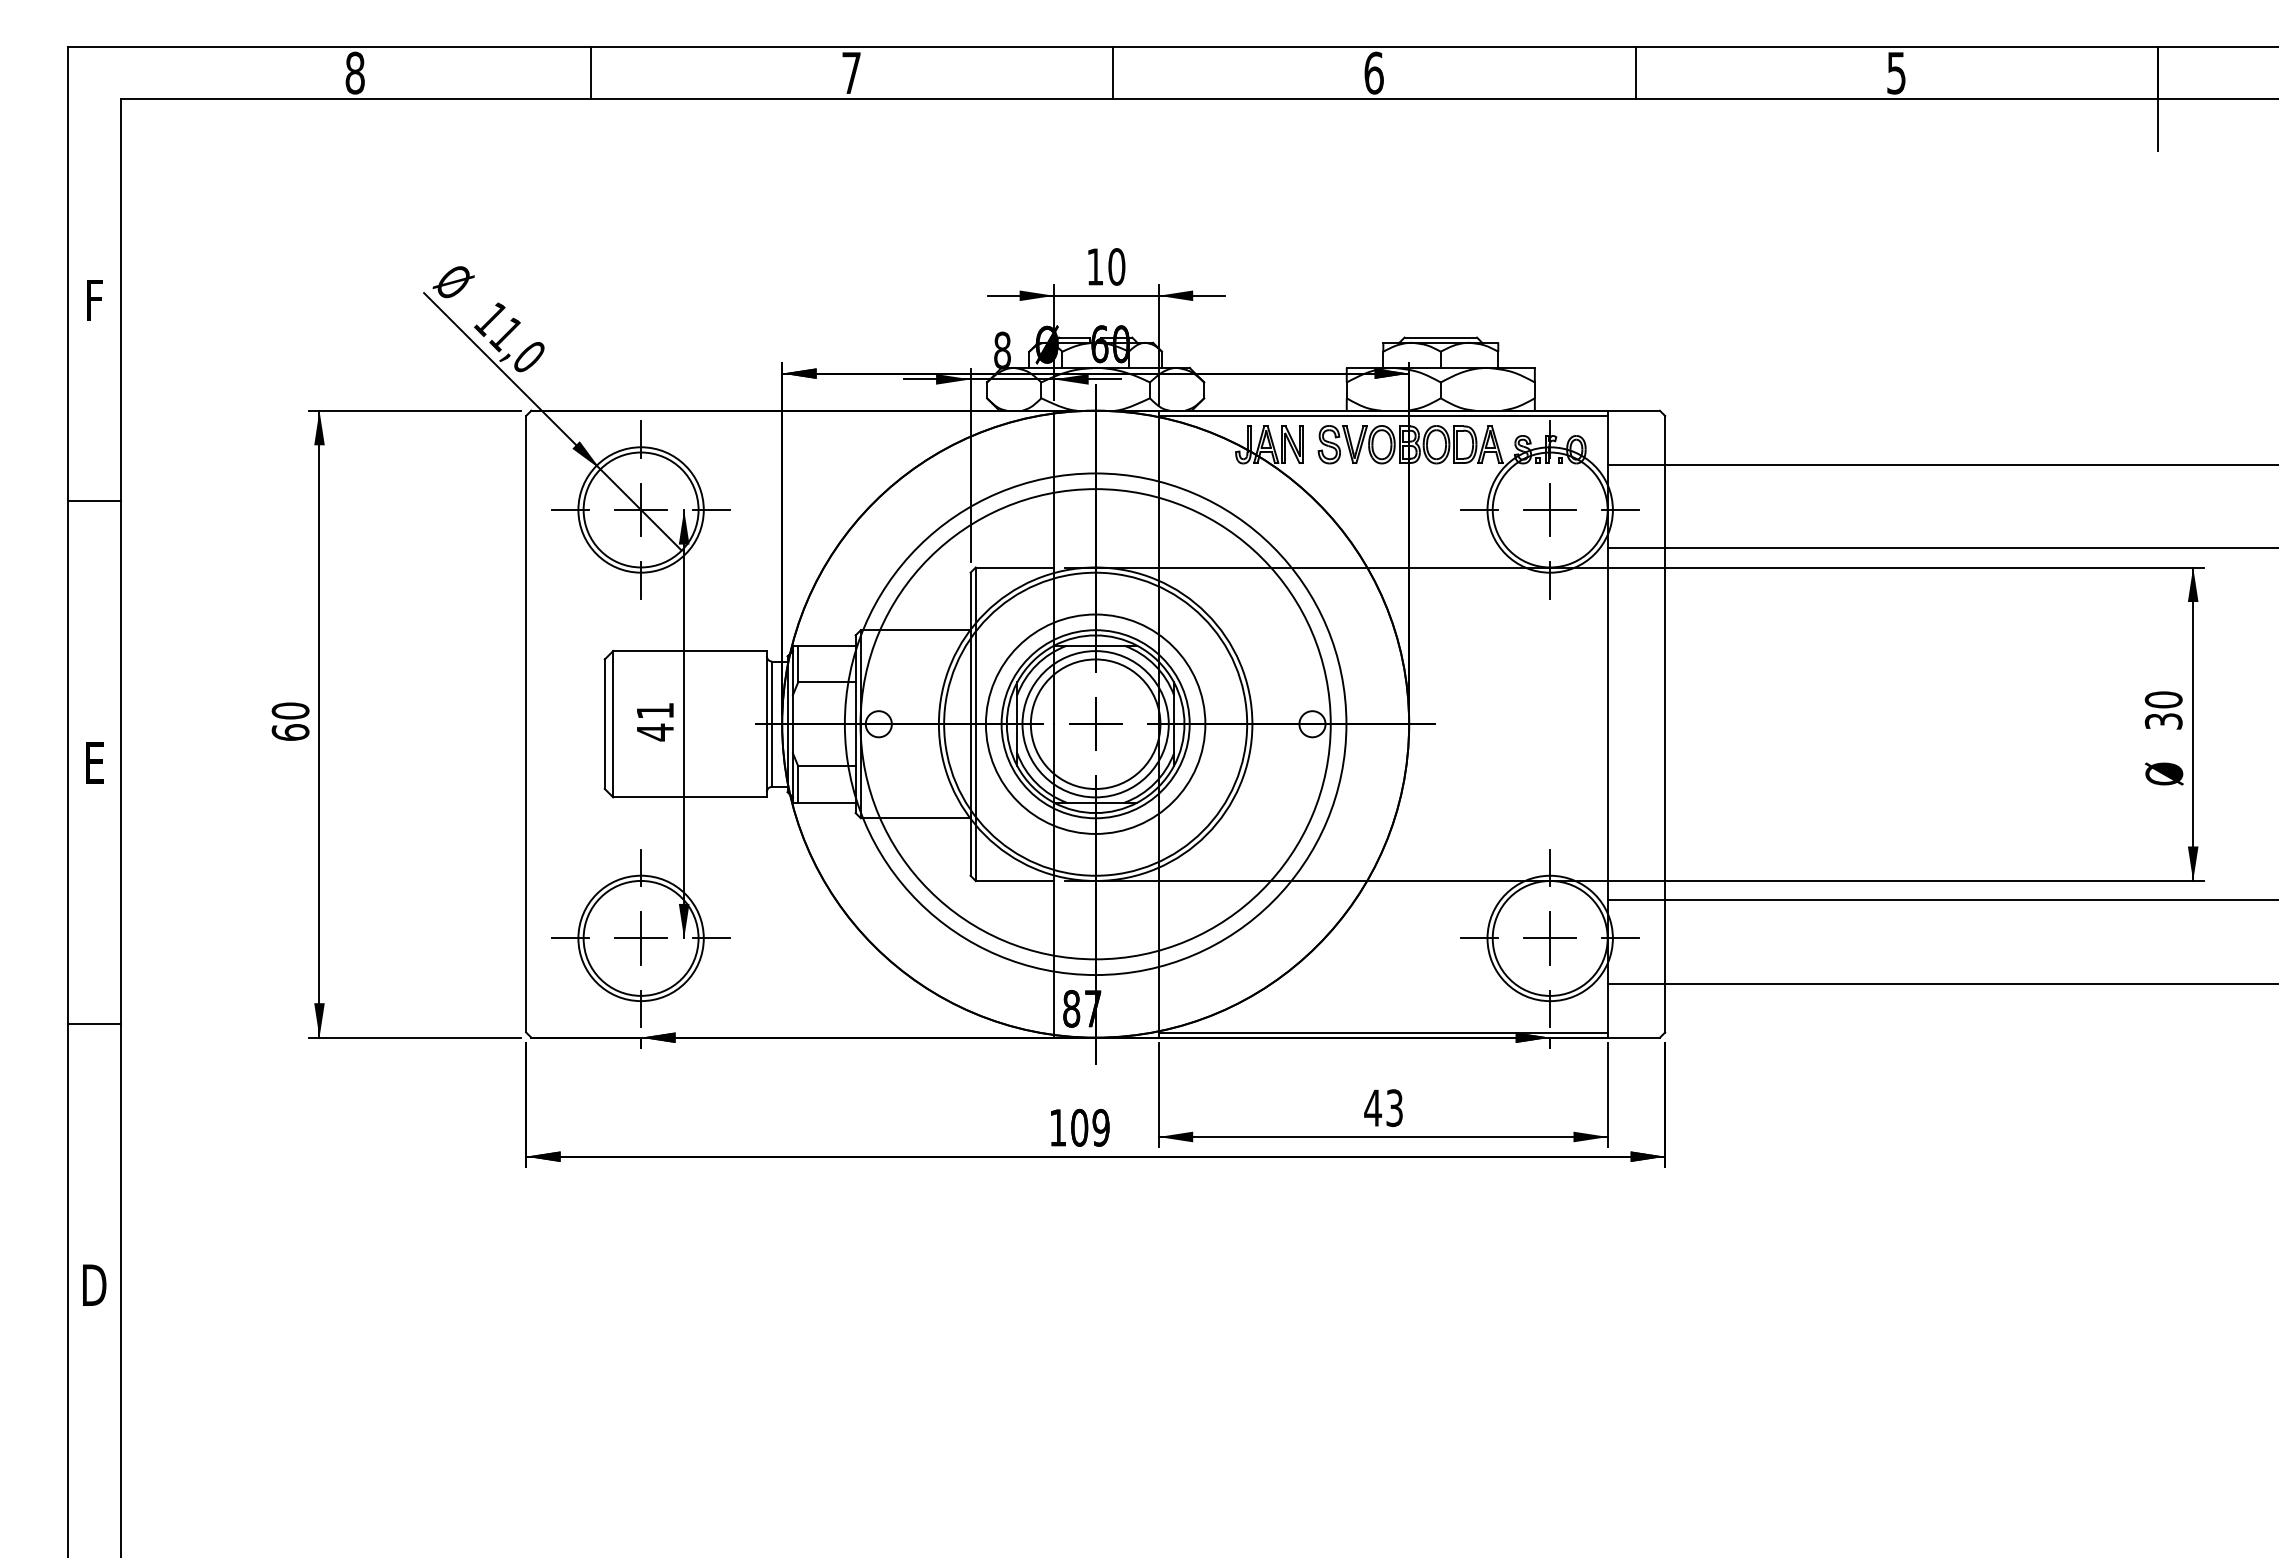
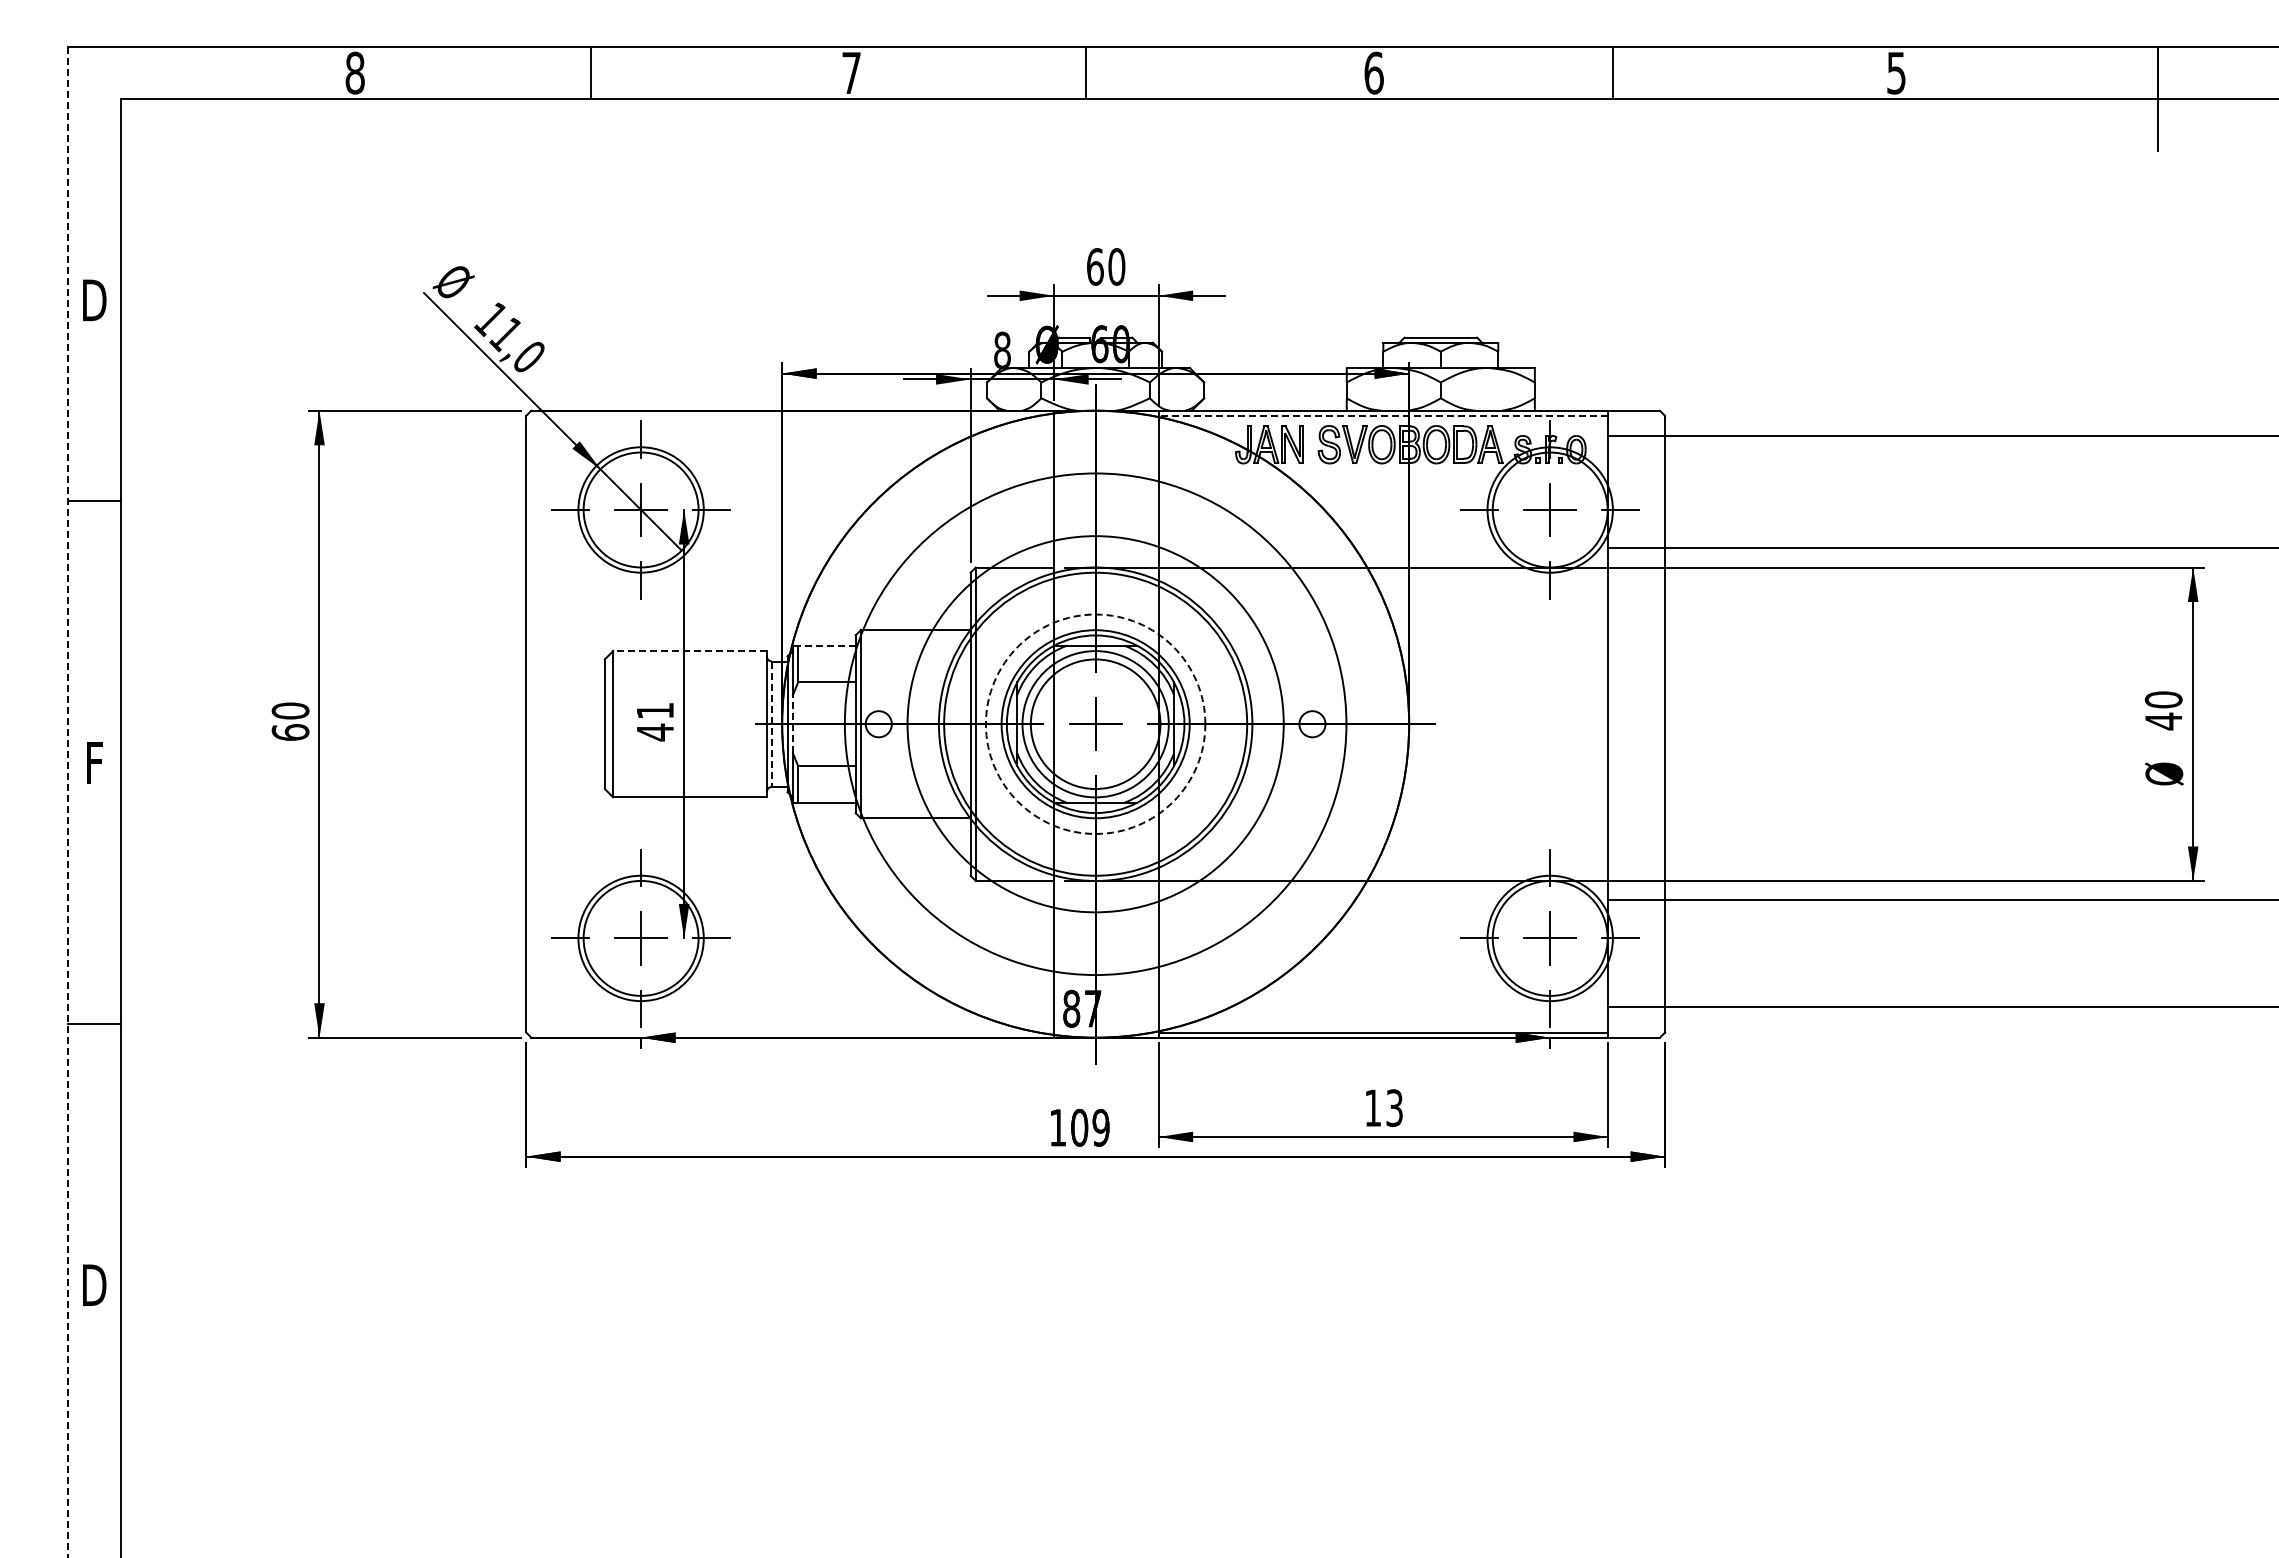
line at (1113, 72) position: (1113, 72) -> (1086, 72)
line at (1635, 72) position: (1635, 72) -> (1612, 72)
text at (1095, 266): 10 -> 60
text at (94, 300): F -> D
line at (1383, 415): solid -> dashed
line at (1941, 464) position: (1941, 464) -> (1941, 435)
line at (826, 645): solid -> dashed
line at (690, 651): solid -> dashed
text at (2163, 721): 30 -> 40
line at (792, 723): solid -> dashed
circle at (1095, 723): solid -> dashed
line at (772, 724): solid -> dashed
circle at (1095, 724) diameter: 470 px -> 376 px
text at (94, 762): E -> F
line at (68, 801): solid -> dashed
line at (1941, 983) position: (1941, 983) -> (1941, 1006)
text at (1372, 1107): 43 -> 13
